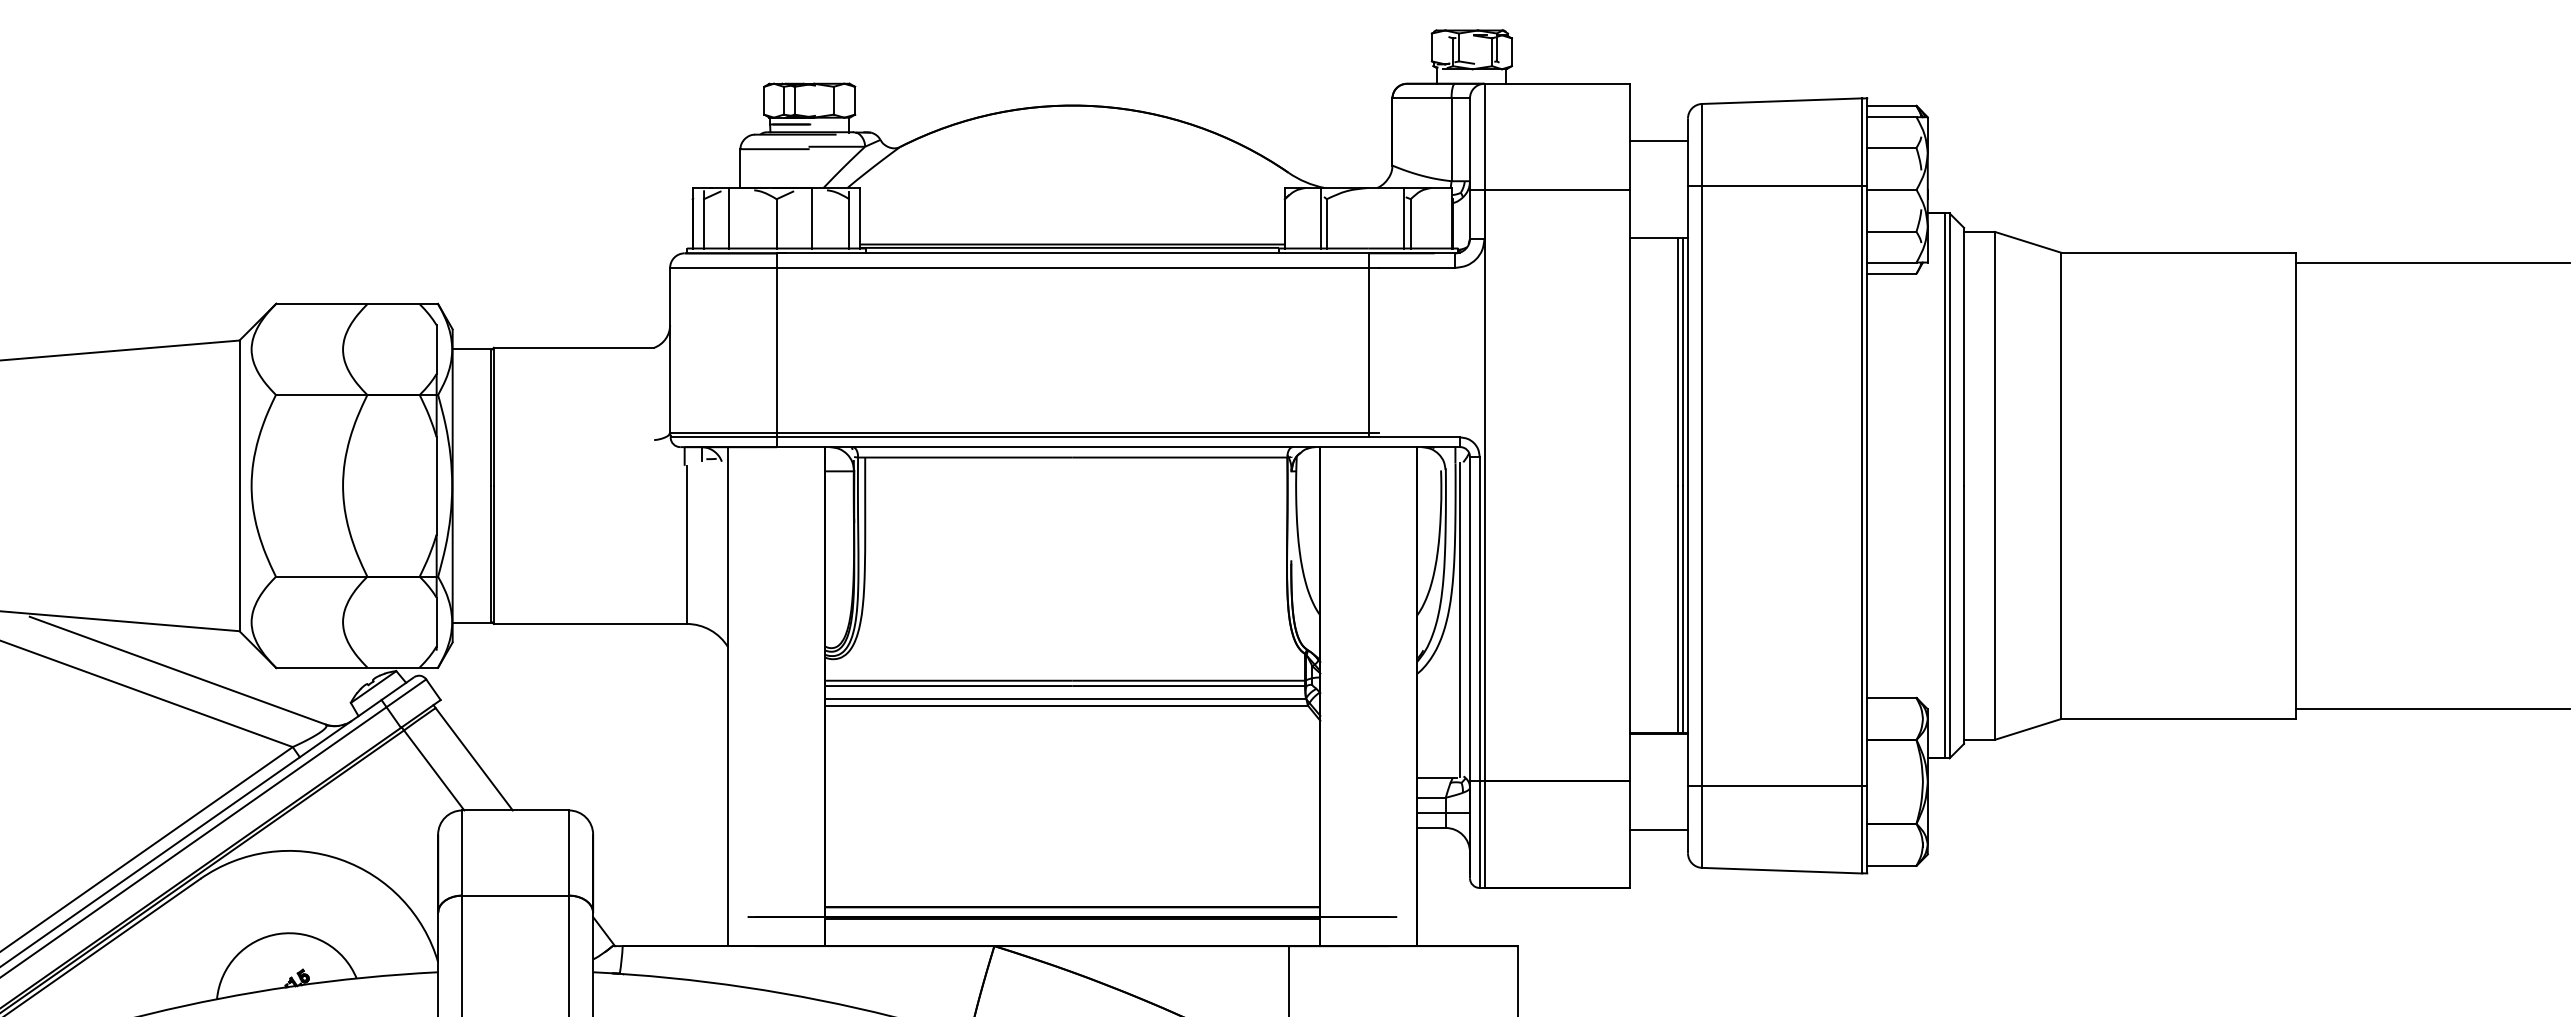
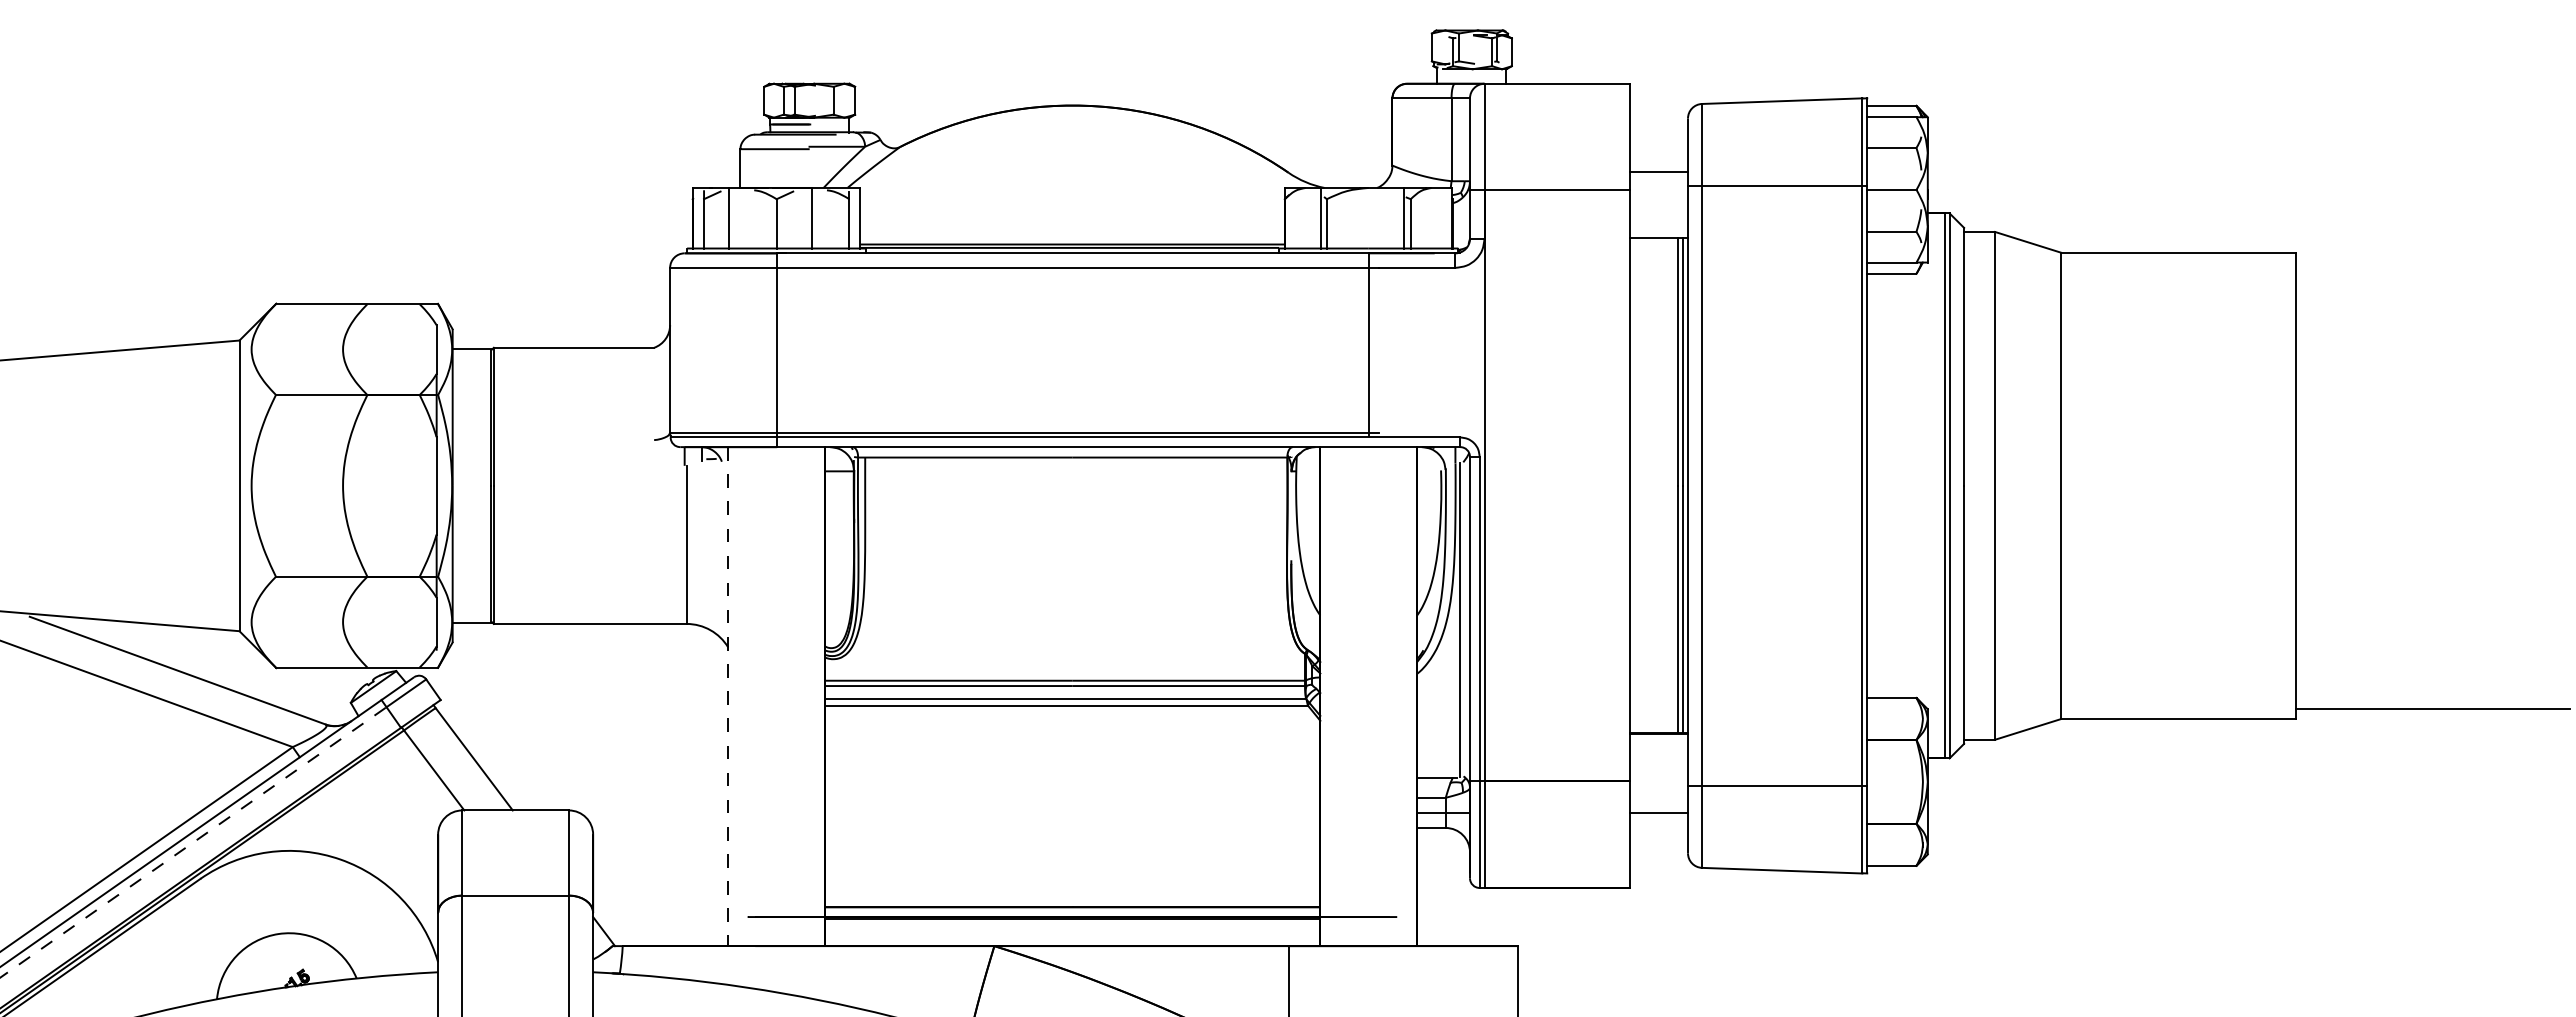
line at (1658, 141) position: (1658, 141) -> (1658, 172)
line at (2432, 262): present -> none
line at (728, 697): solid -> dashed
line at (1658, 830) position: (1658, 830) -> (1658, 813)
line at (193, 842): solid -> dashed
